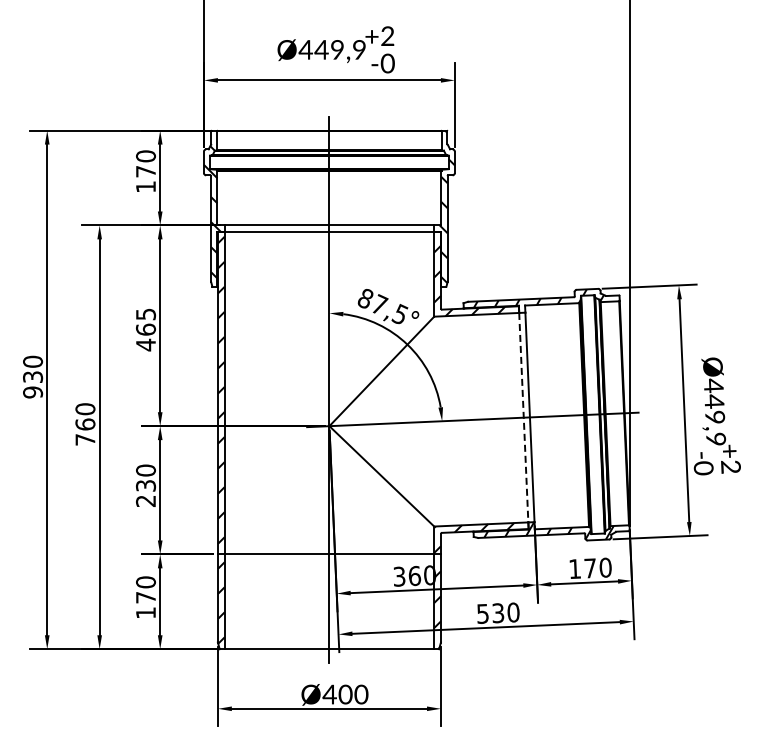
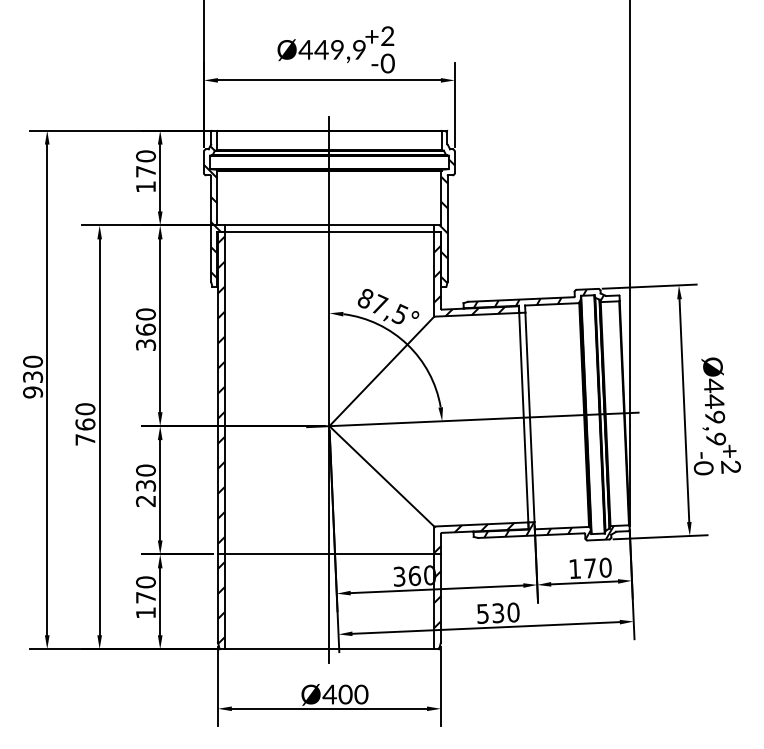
text at (146, 329): 465 -> 360
line at (523, 417): dashed -> solid
